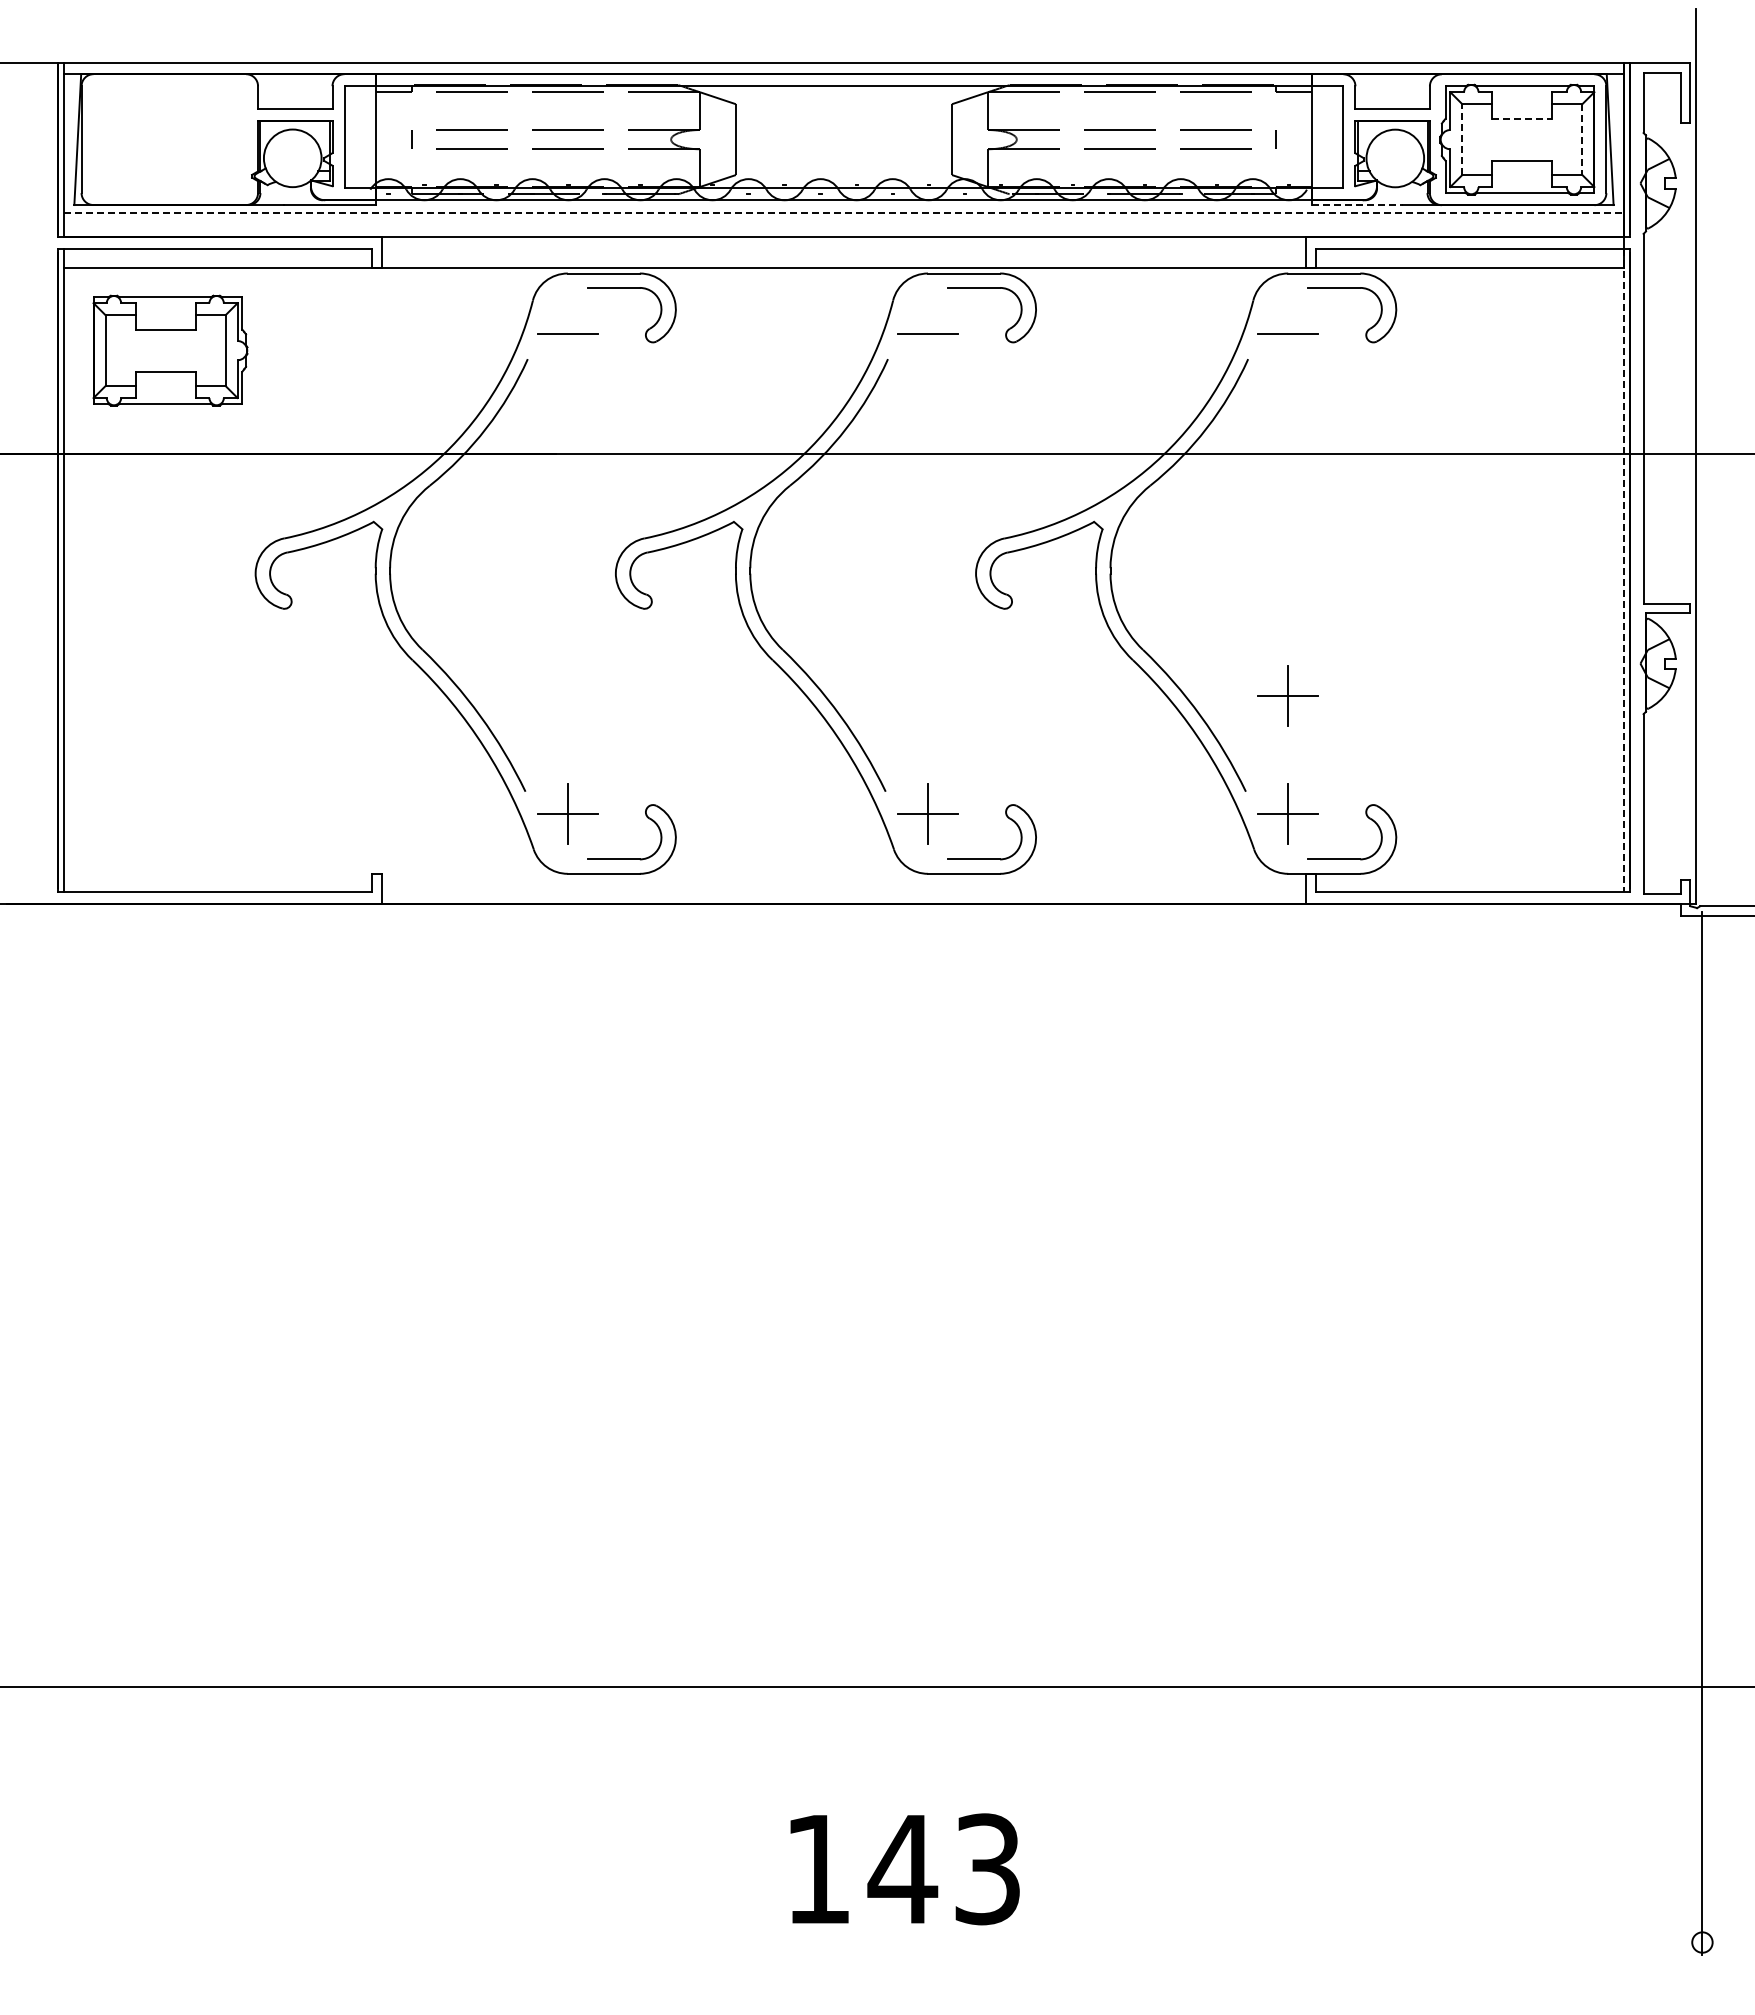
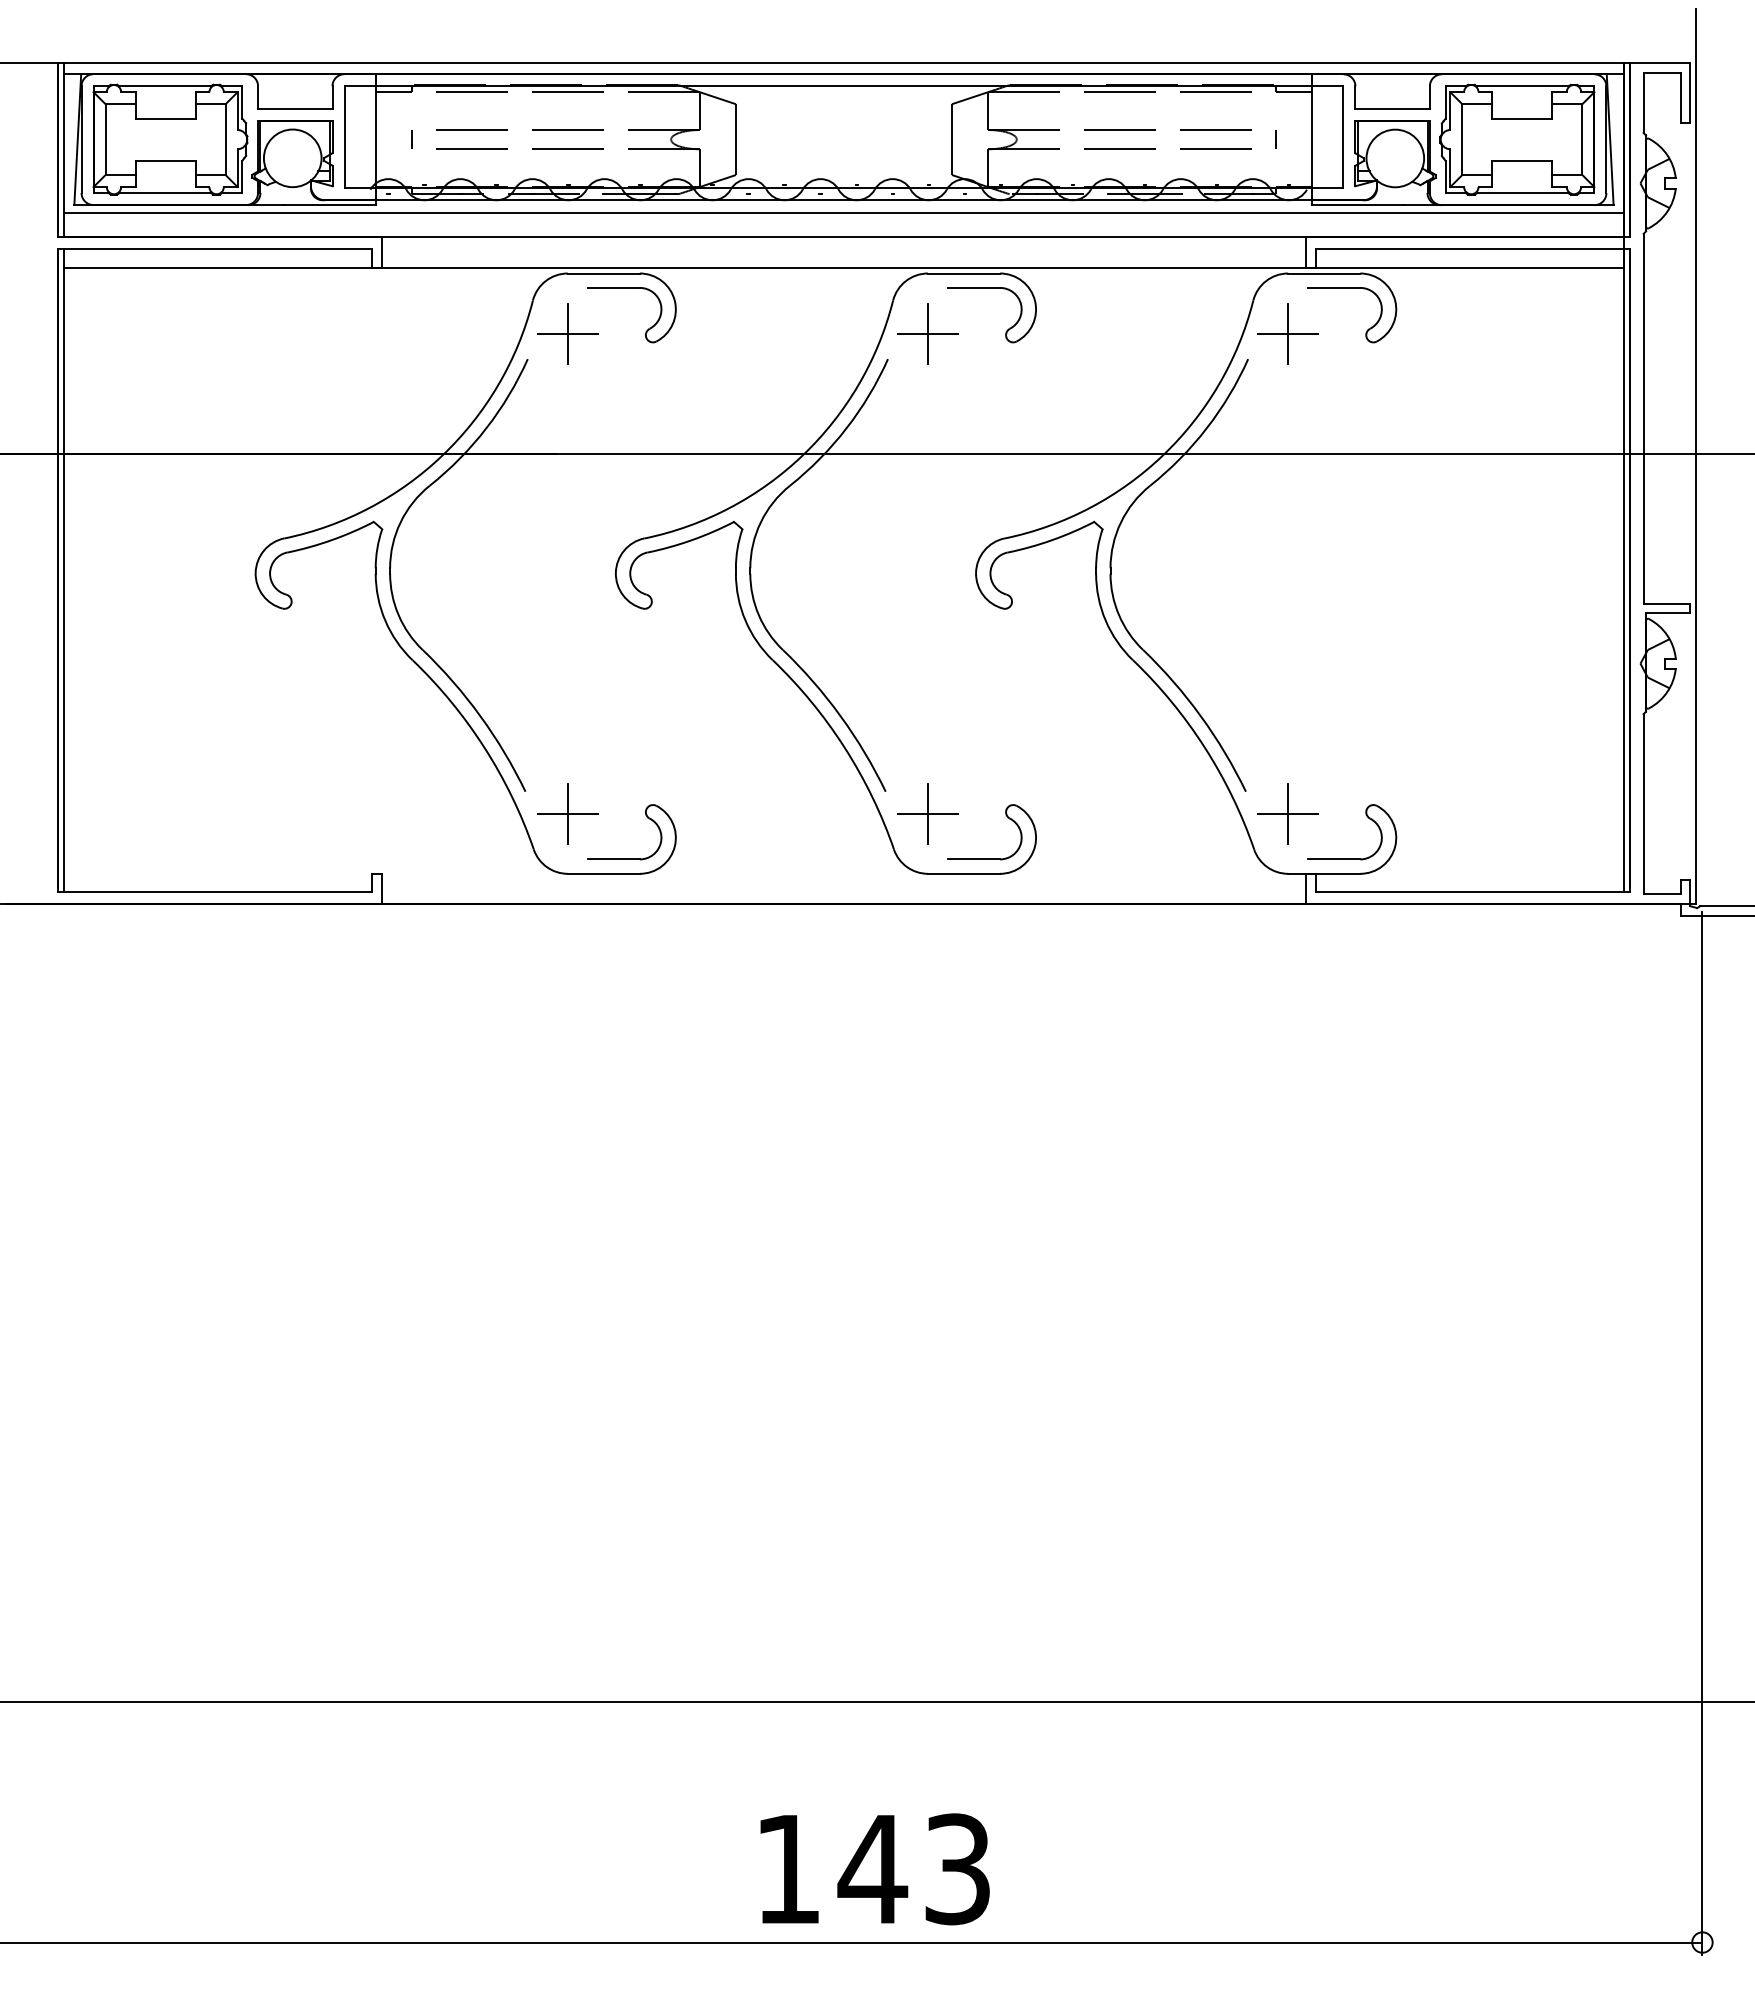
line at (1522, 118): dashed -> solid
line at (1462, 139): dashed -> solid
line at (1582, 140): dashed -> solid
line at (1357, 205): dashed -> solid
line at (844, 213): dashed -> solid
line at (567, 333): none -> present
line at (928, 333): none -> present
line at (1288, 333): none -> present
part at (170, 350) position: (170, 350) -> (170, 139)
line at (1624, 571): dashed -> solid
part at (1287, 695): present -> none
line at (876, 1687) position: (876, 1687) -> (876, 1702)
text at (904, 1869) position: (904, 1869) -> (874, 1869)
line at (852, 1942): none -> present
